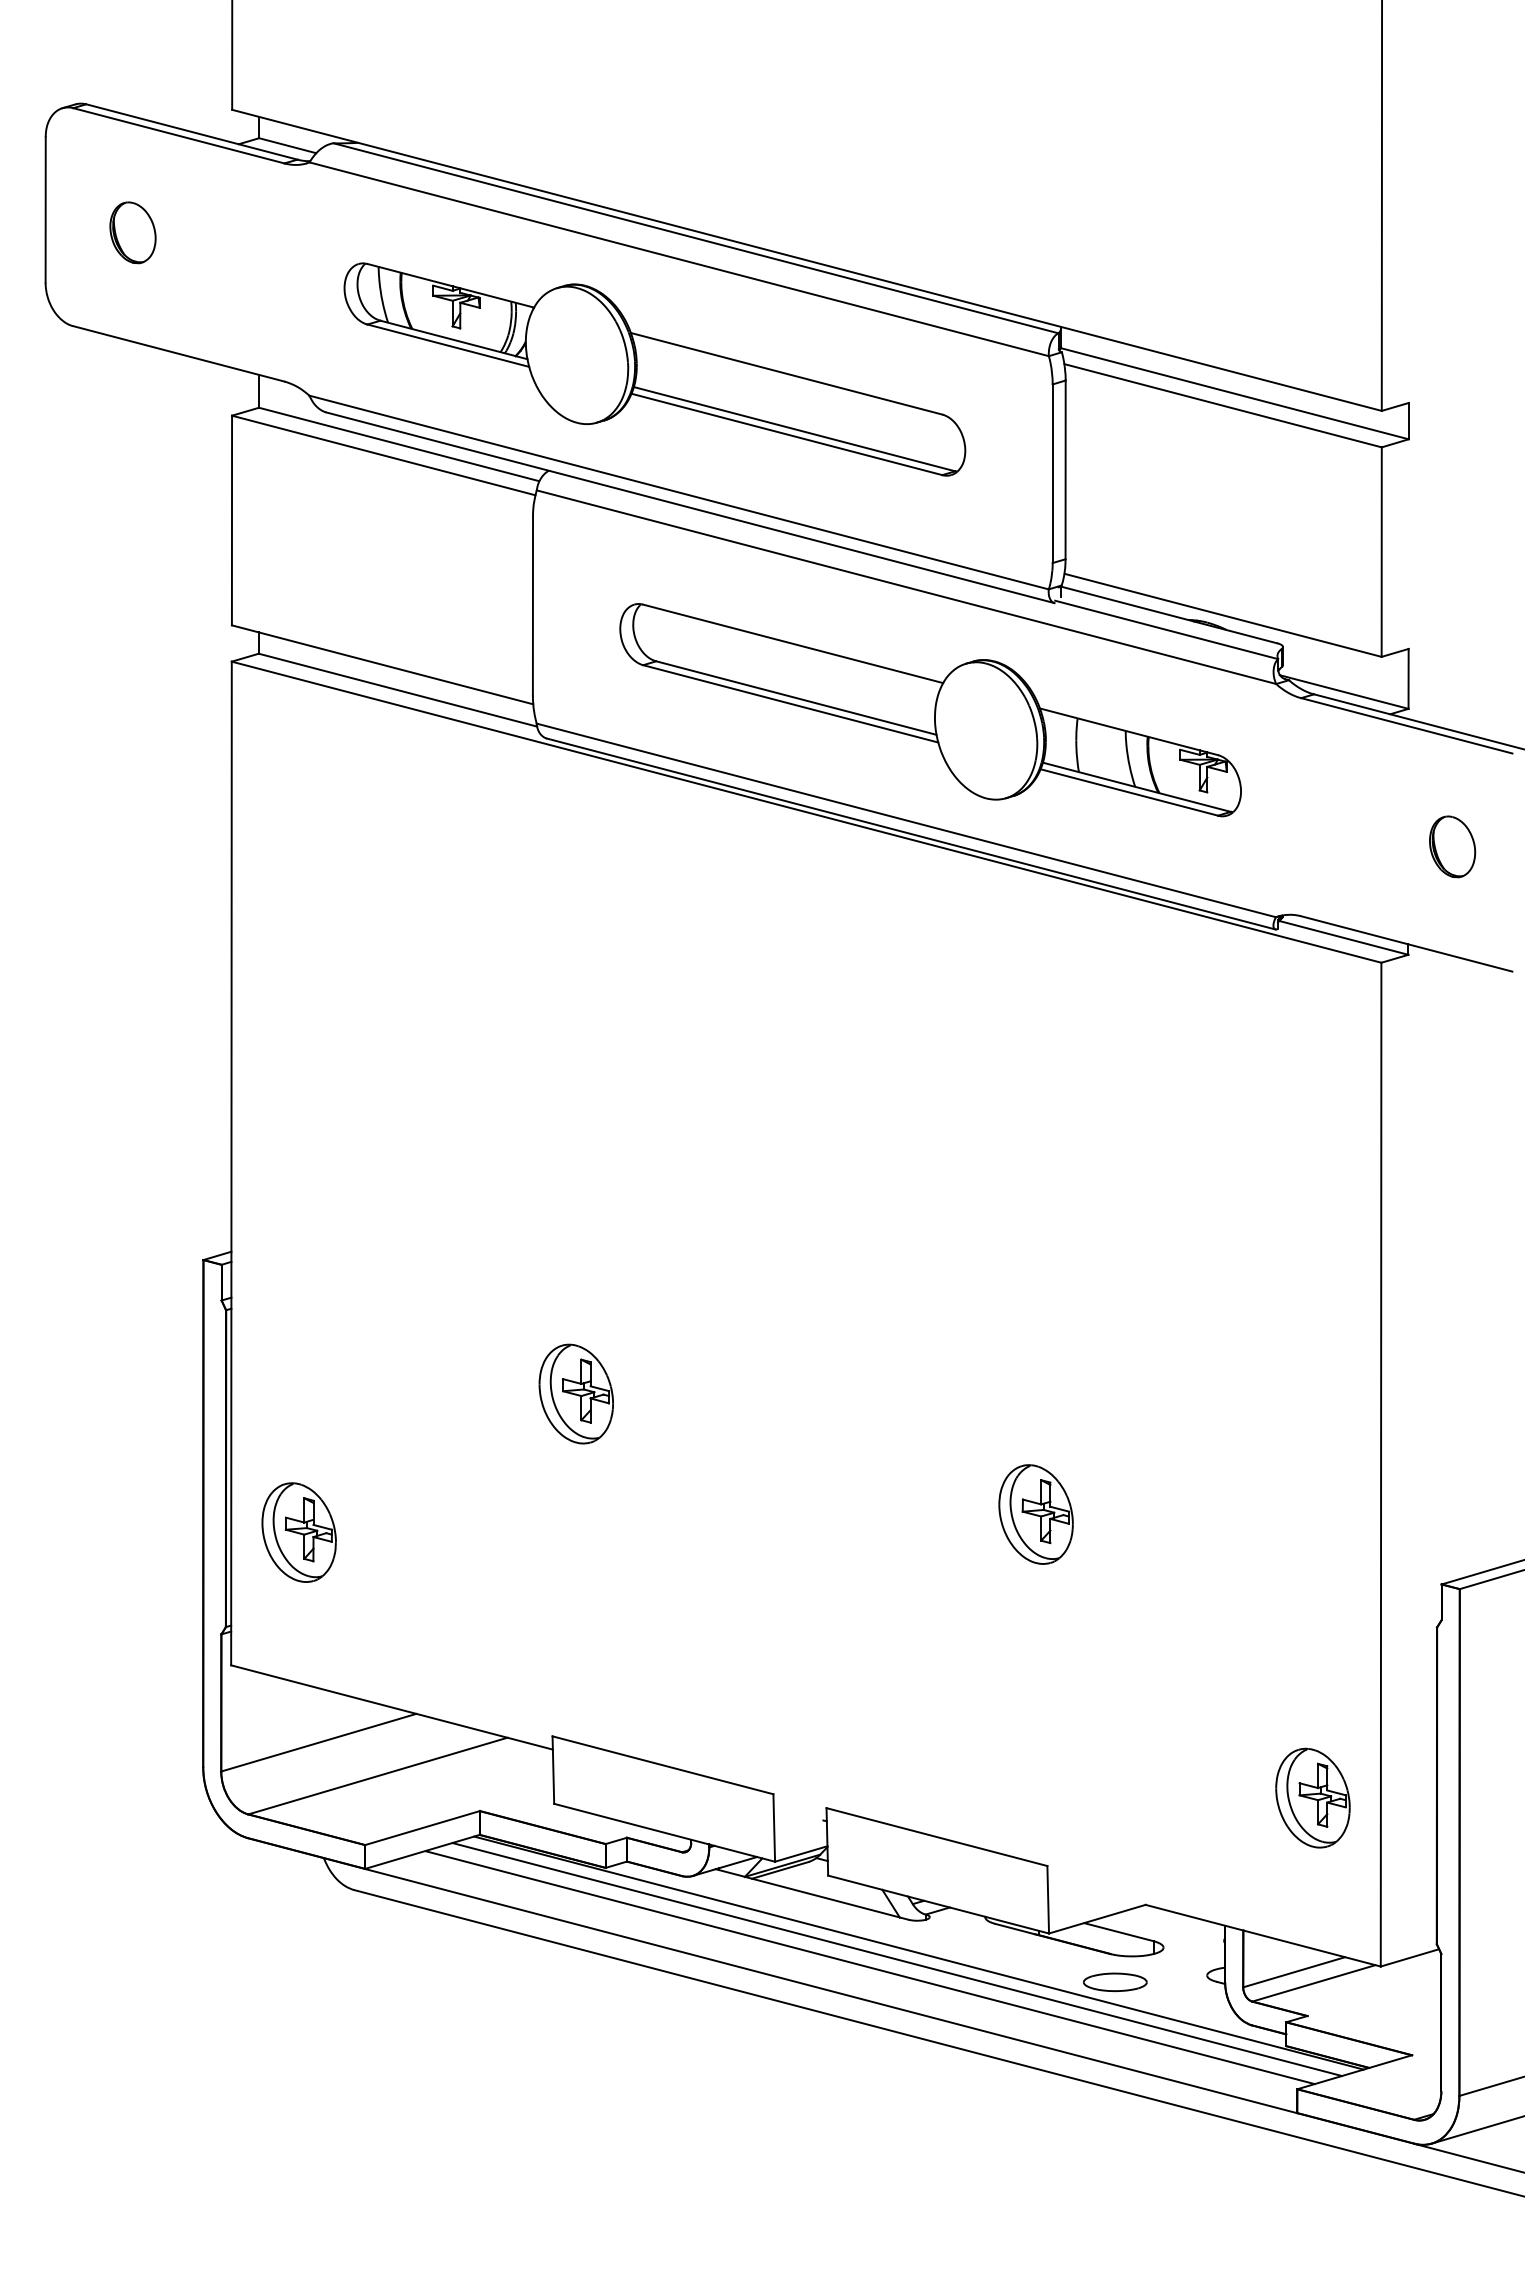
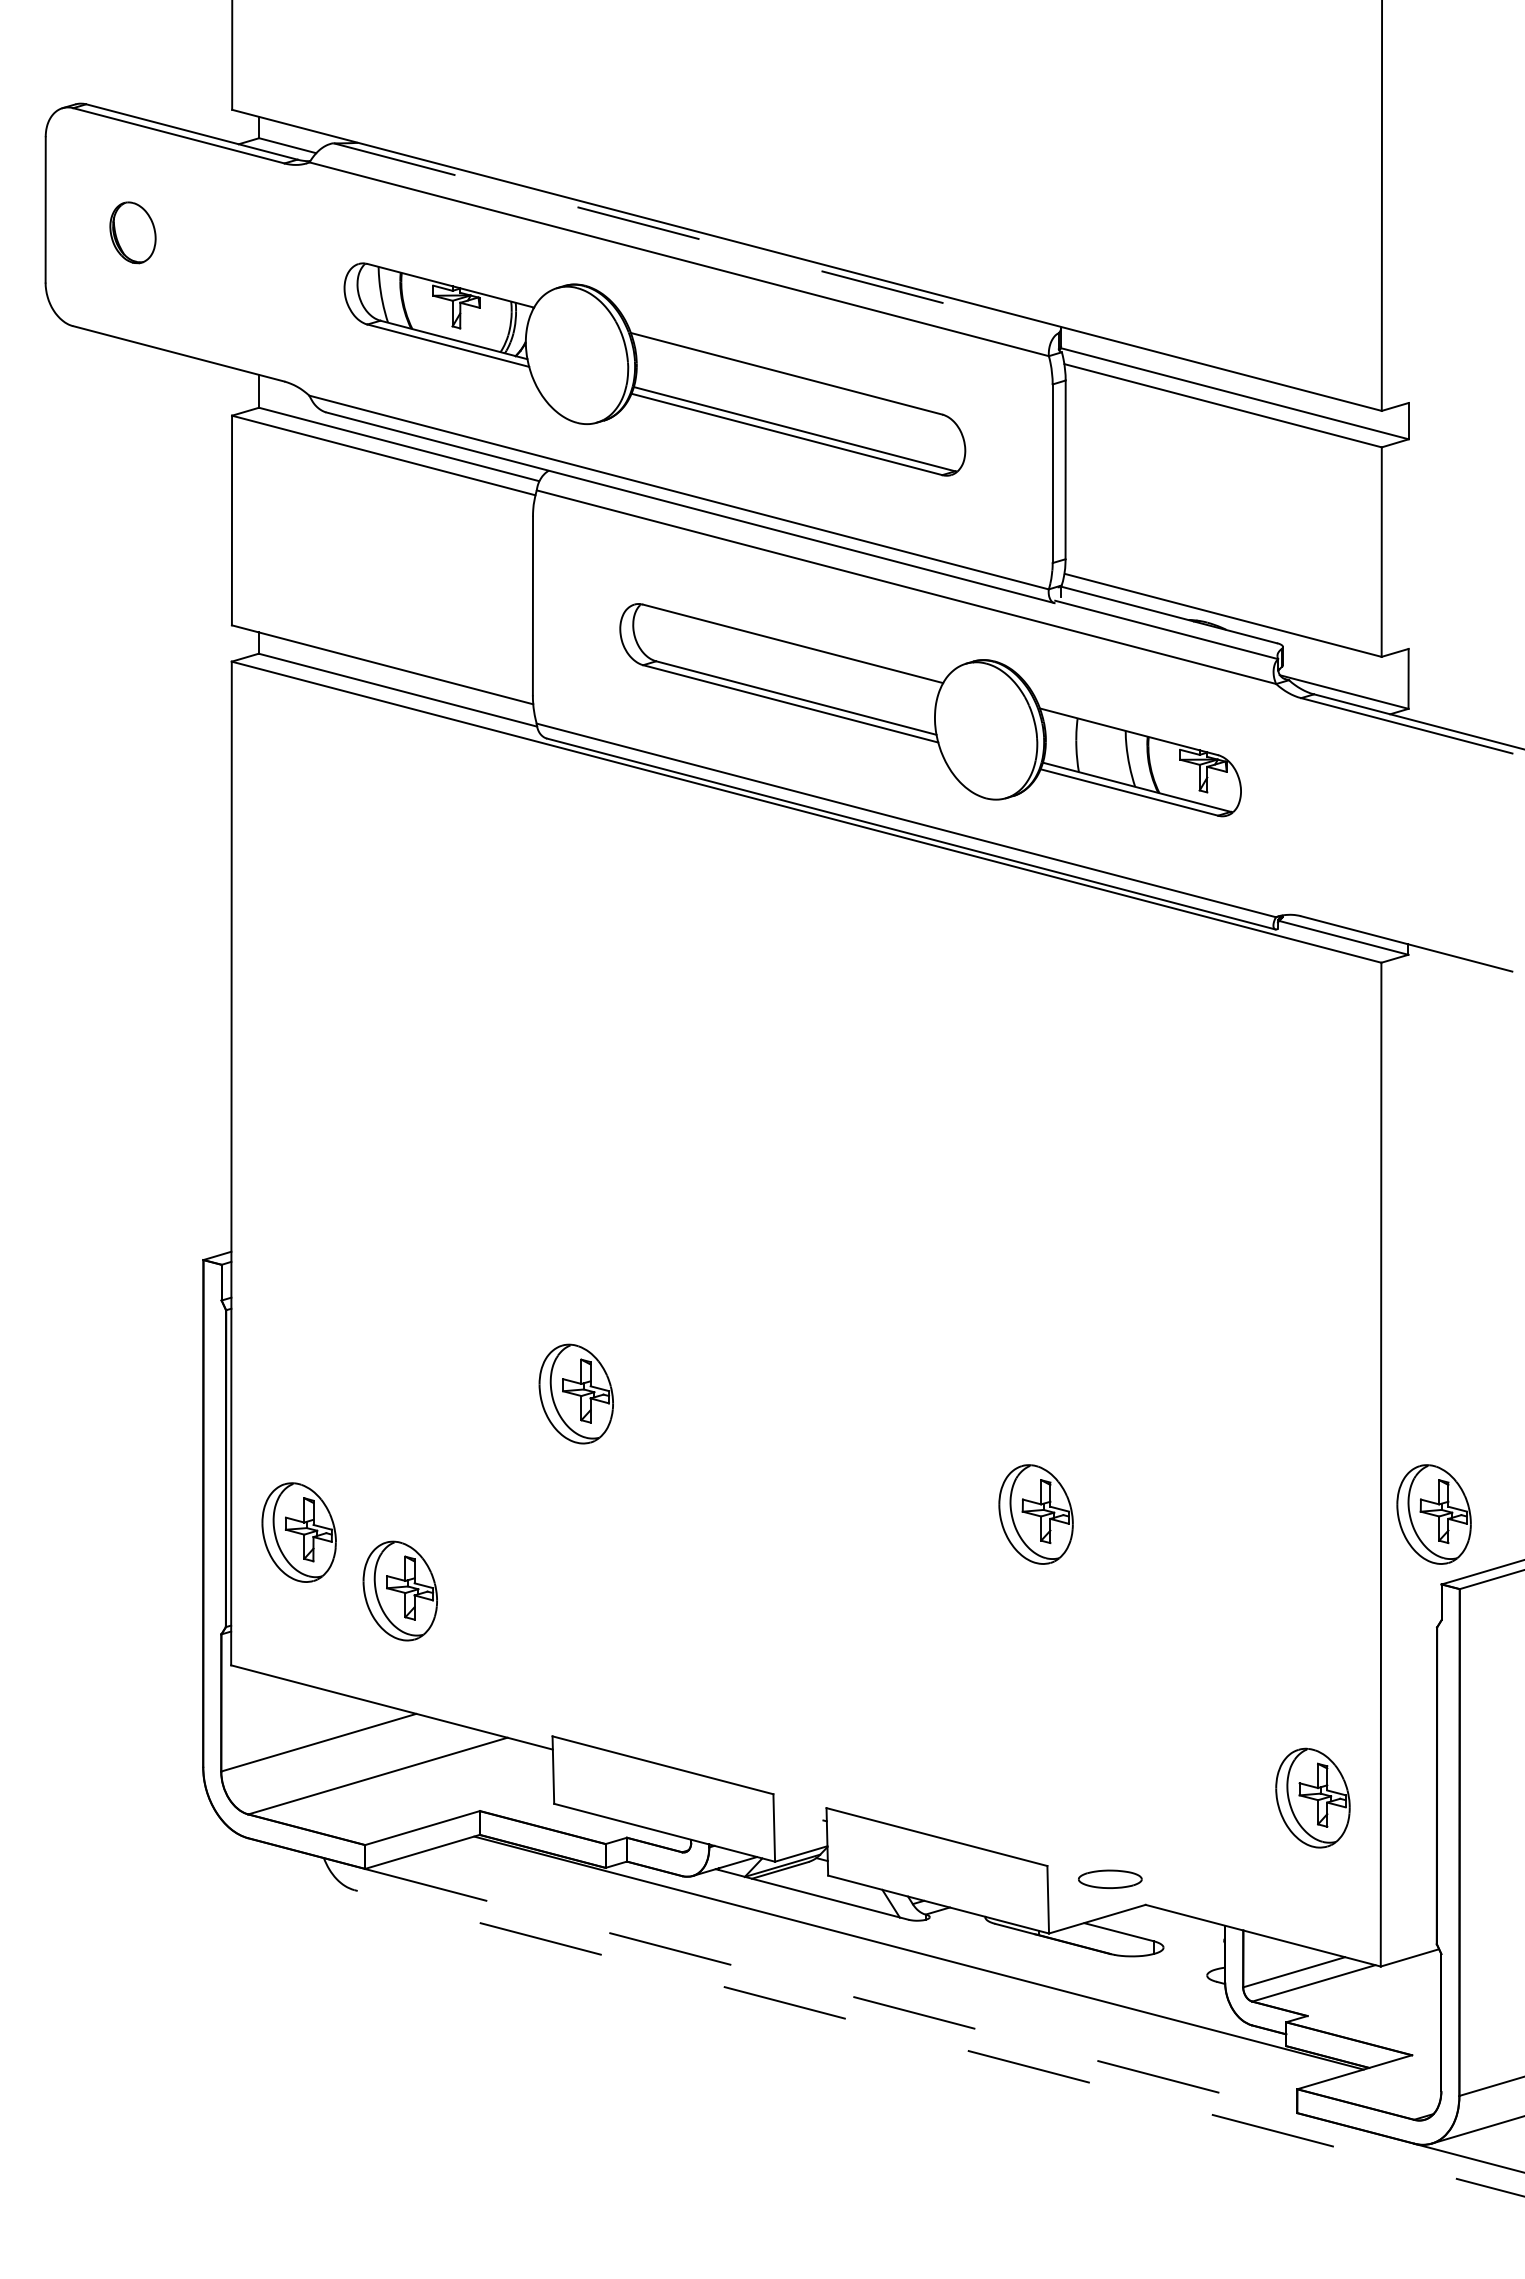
line at (696, 238): solid -> dashed
part at (1452, 846): present -> none
part at (1433, 1514): none -> present
part at (399, 1590): none -> present
line at (897, 1959): present -> none
line at (869, 1967): present -> none
part at (1115, 1981) position: (1115, 1981) -> (1110, 1878)
line at (831, 1991): solid -> dashed
line at (939, 2043): solid -> dashed
